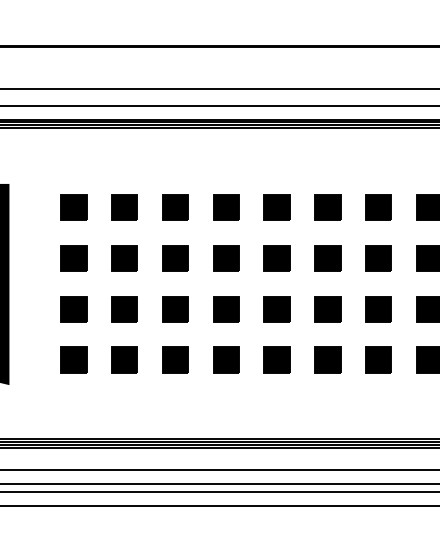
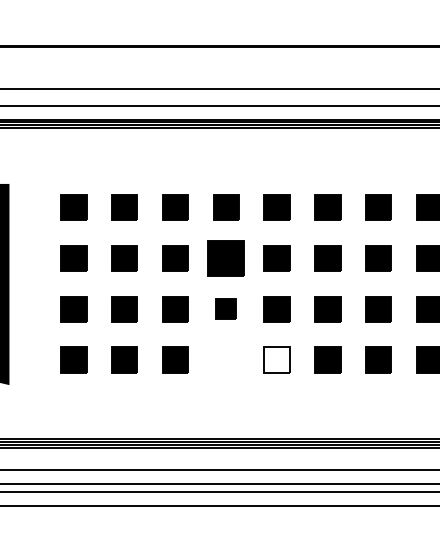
part at (226, 258) size: 27x27 px -> 38x37 px
part at (226, 309) size: 27x27 px -> 22x22 px
part at (226, 359): present -> none
fill at (276, 359): present -> none
